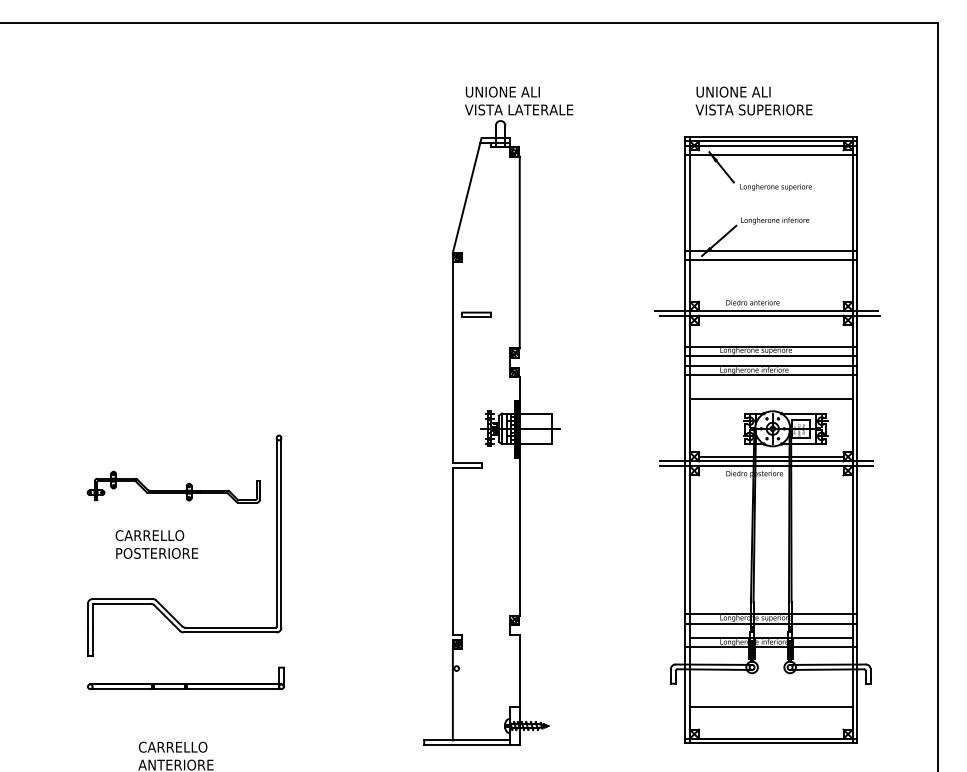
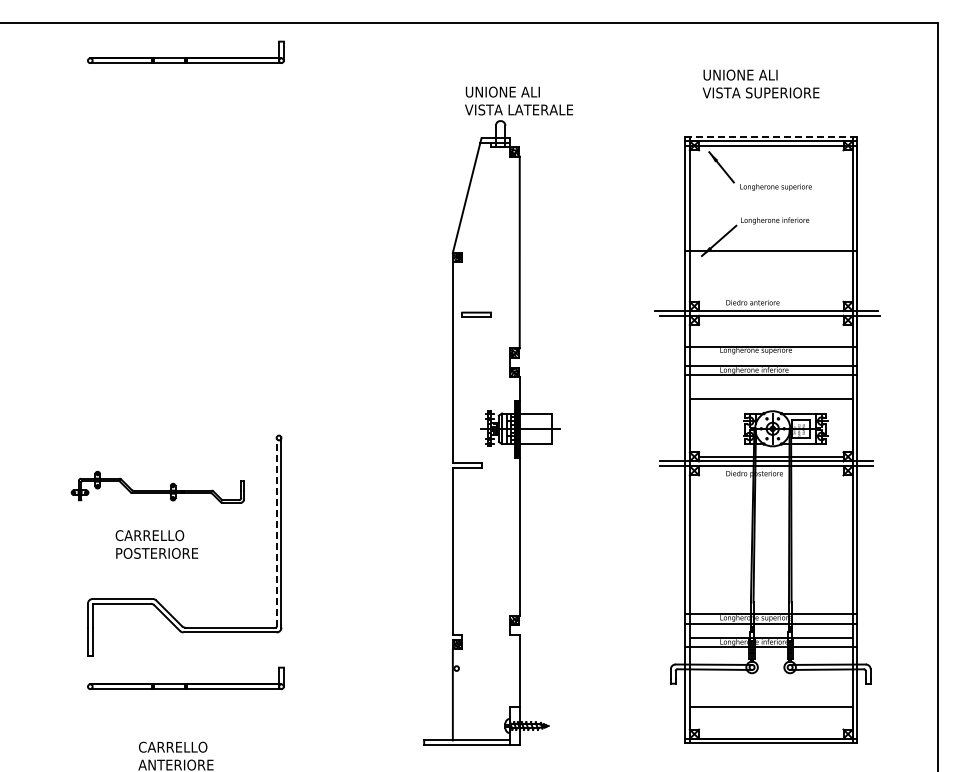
part at (185, 51): none -> present
text at (753, 100) position: (753, 100) -> (760, 83)
line at (770, 136): solid -> dashed
line at (771, 155): present -> none
line at (771, 260): present -> none
line at (771, 355): present -> none
part at (173, 486) position: (173, 486) -> (157, 486)
line at (276, 531): solid -> dashed
